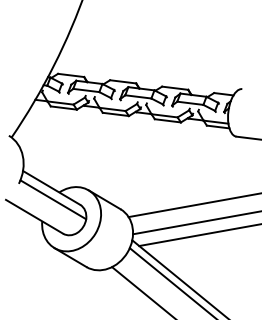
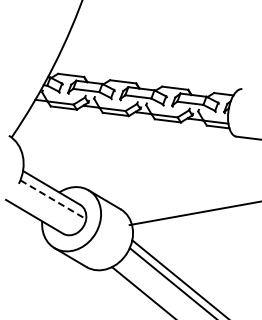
line at (53, 200): solid -> dashed
line at (193, 205) position: (193, 205) -> (193, 213)
line at (195, 222): present -> none
line at (198, 235): present -> none
